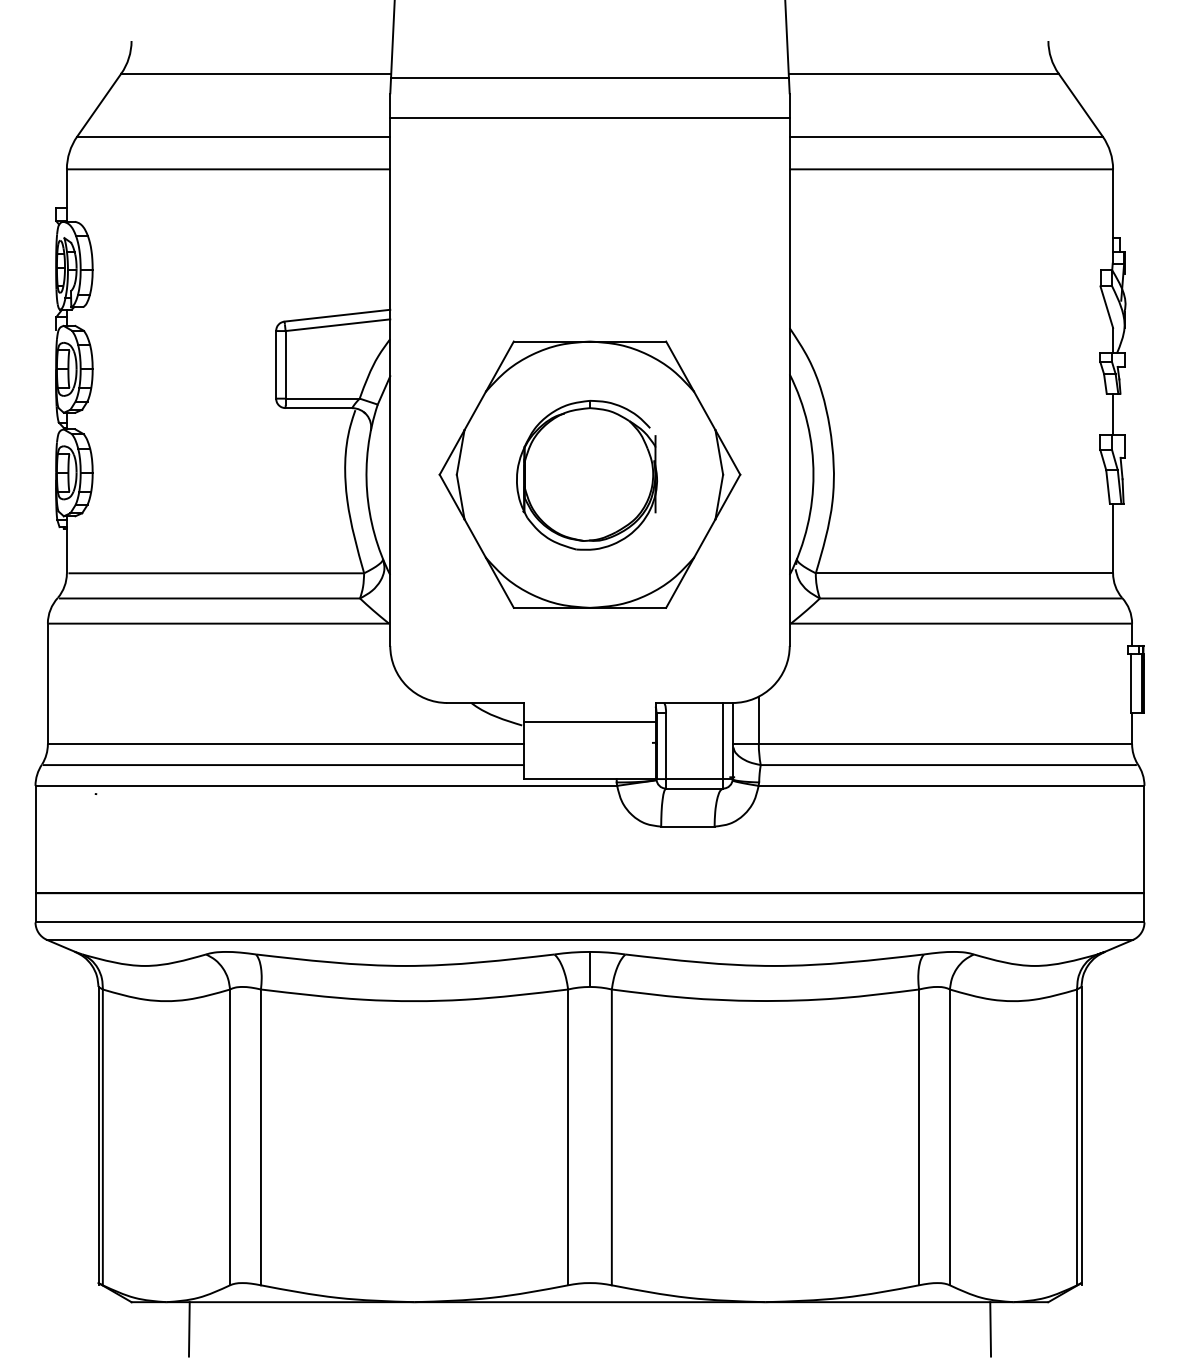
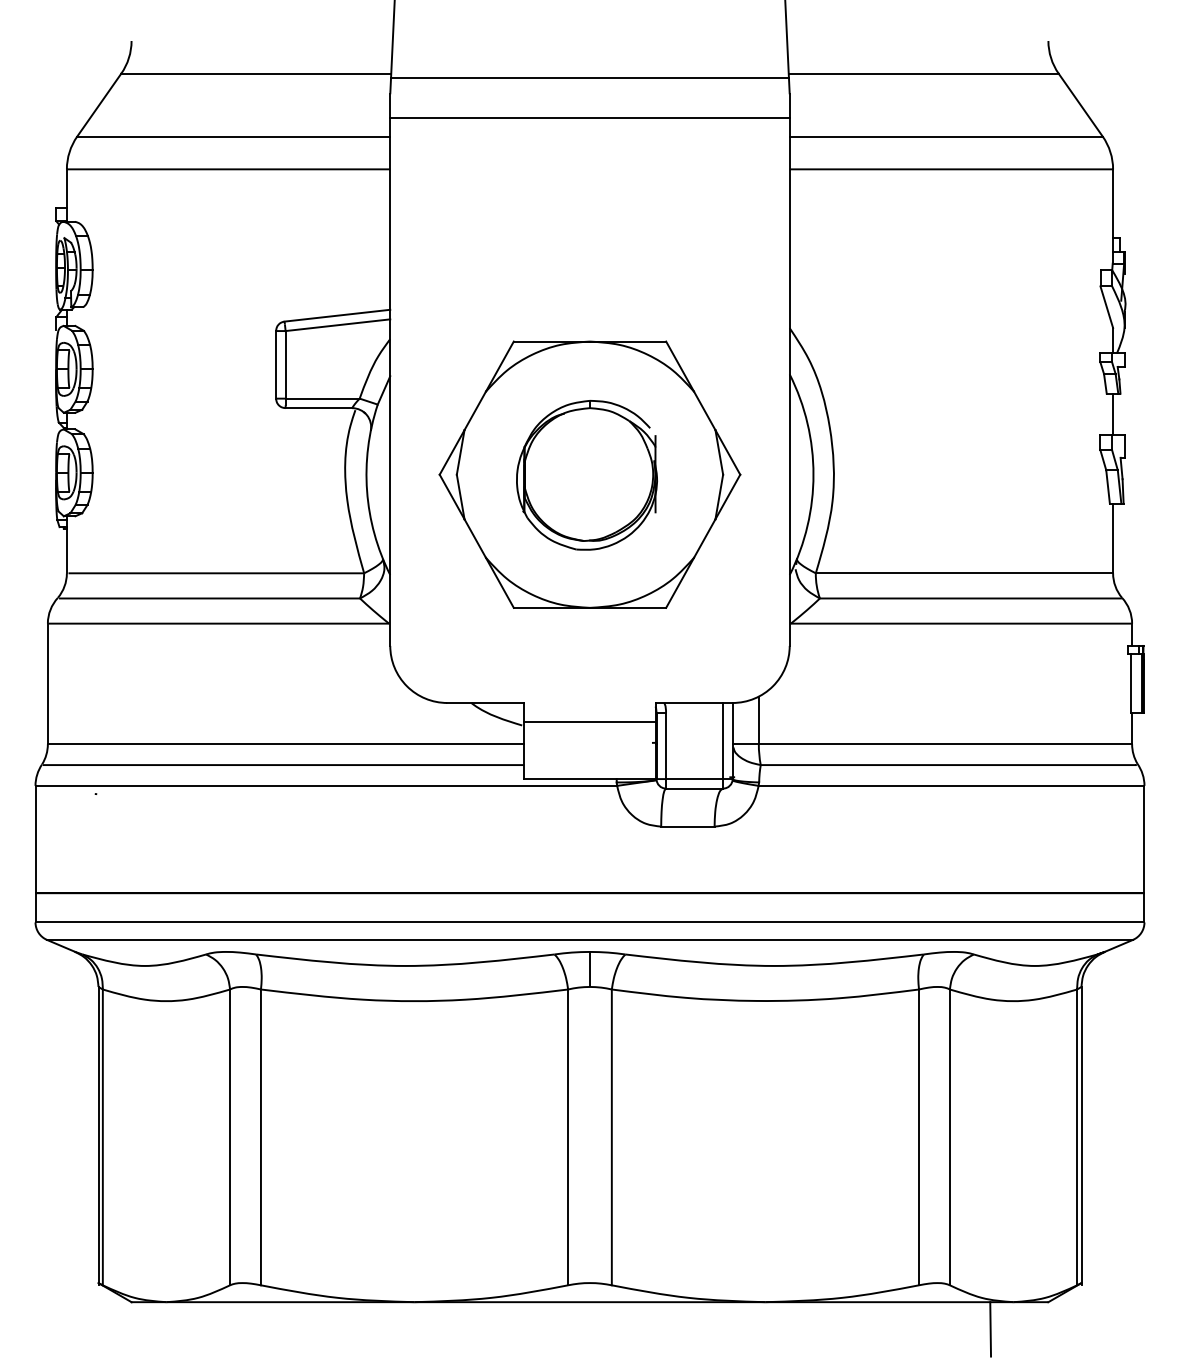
line at (188, 1329): present -> none
